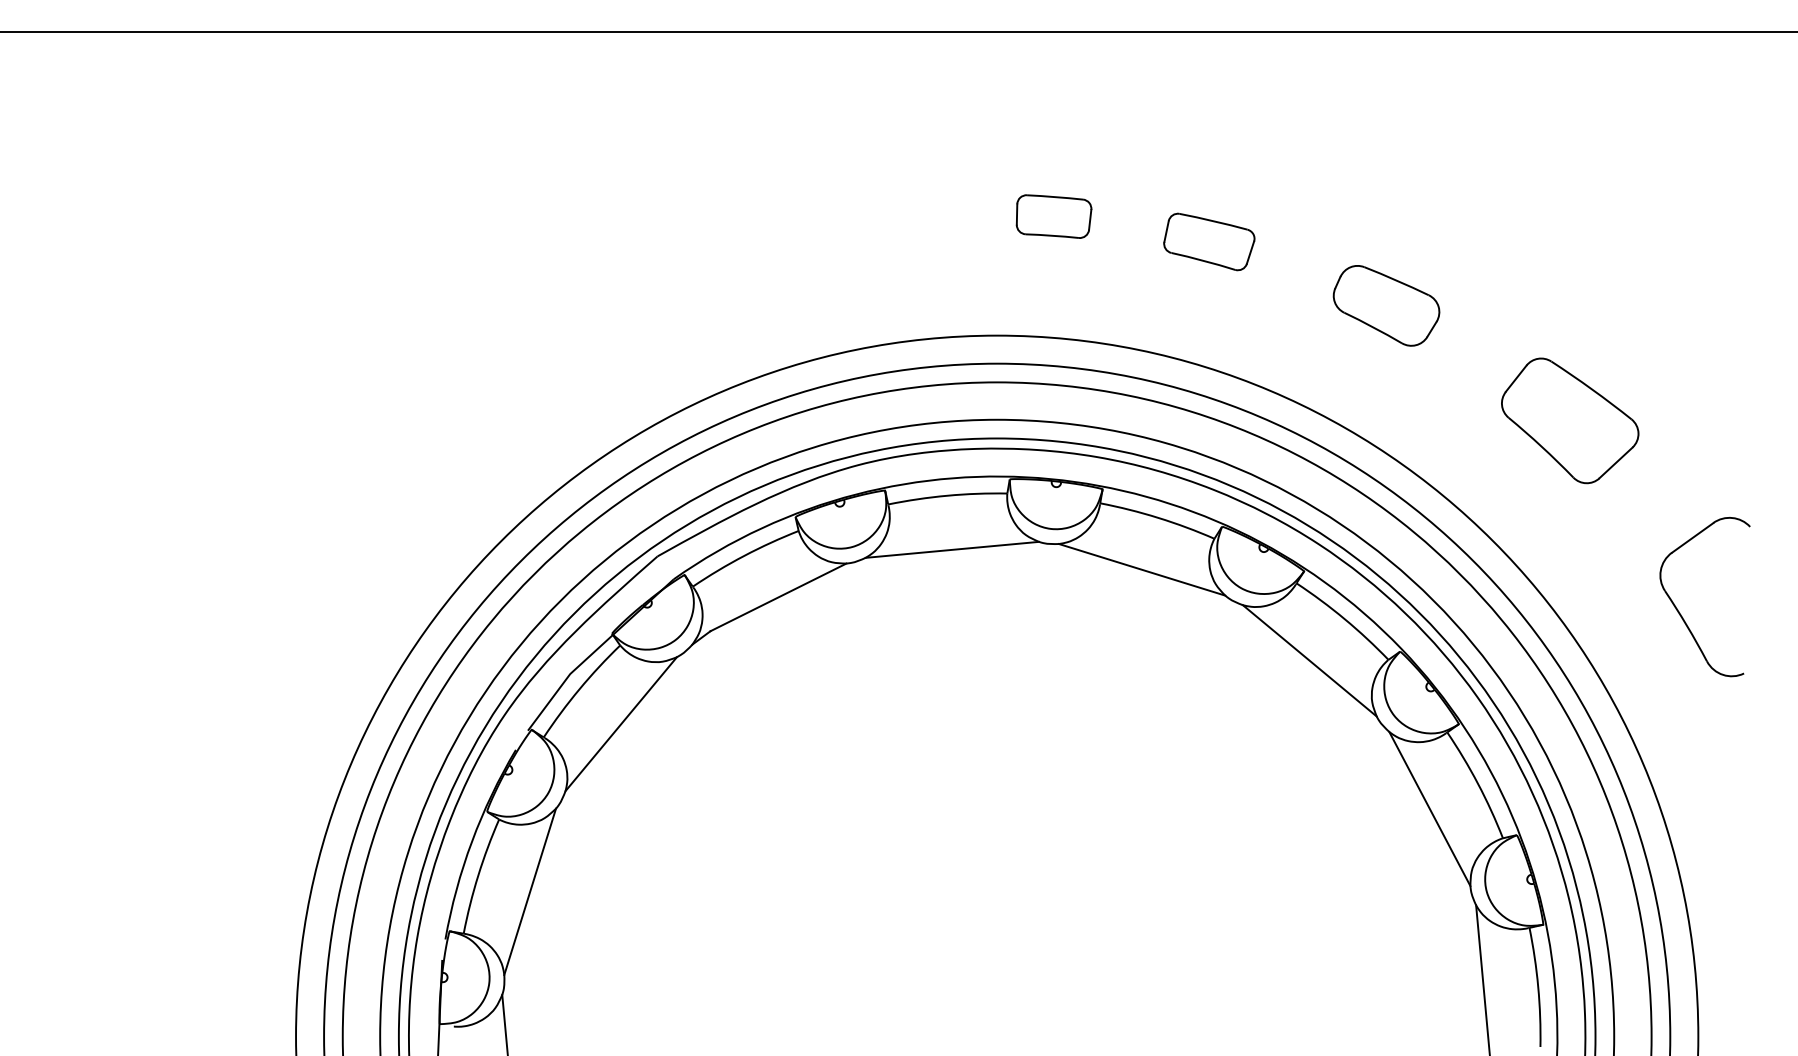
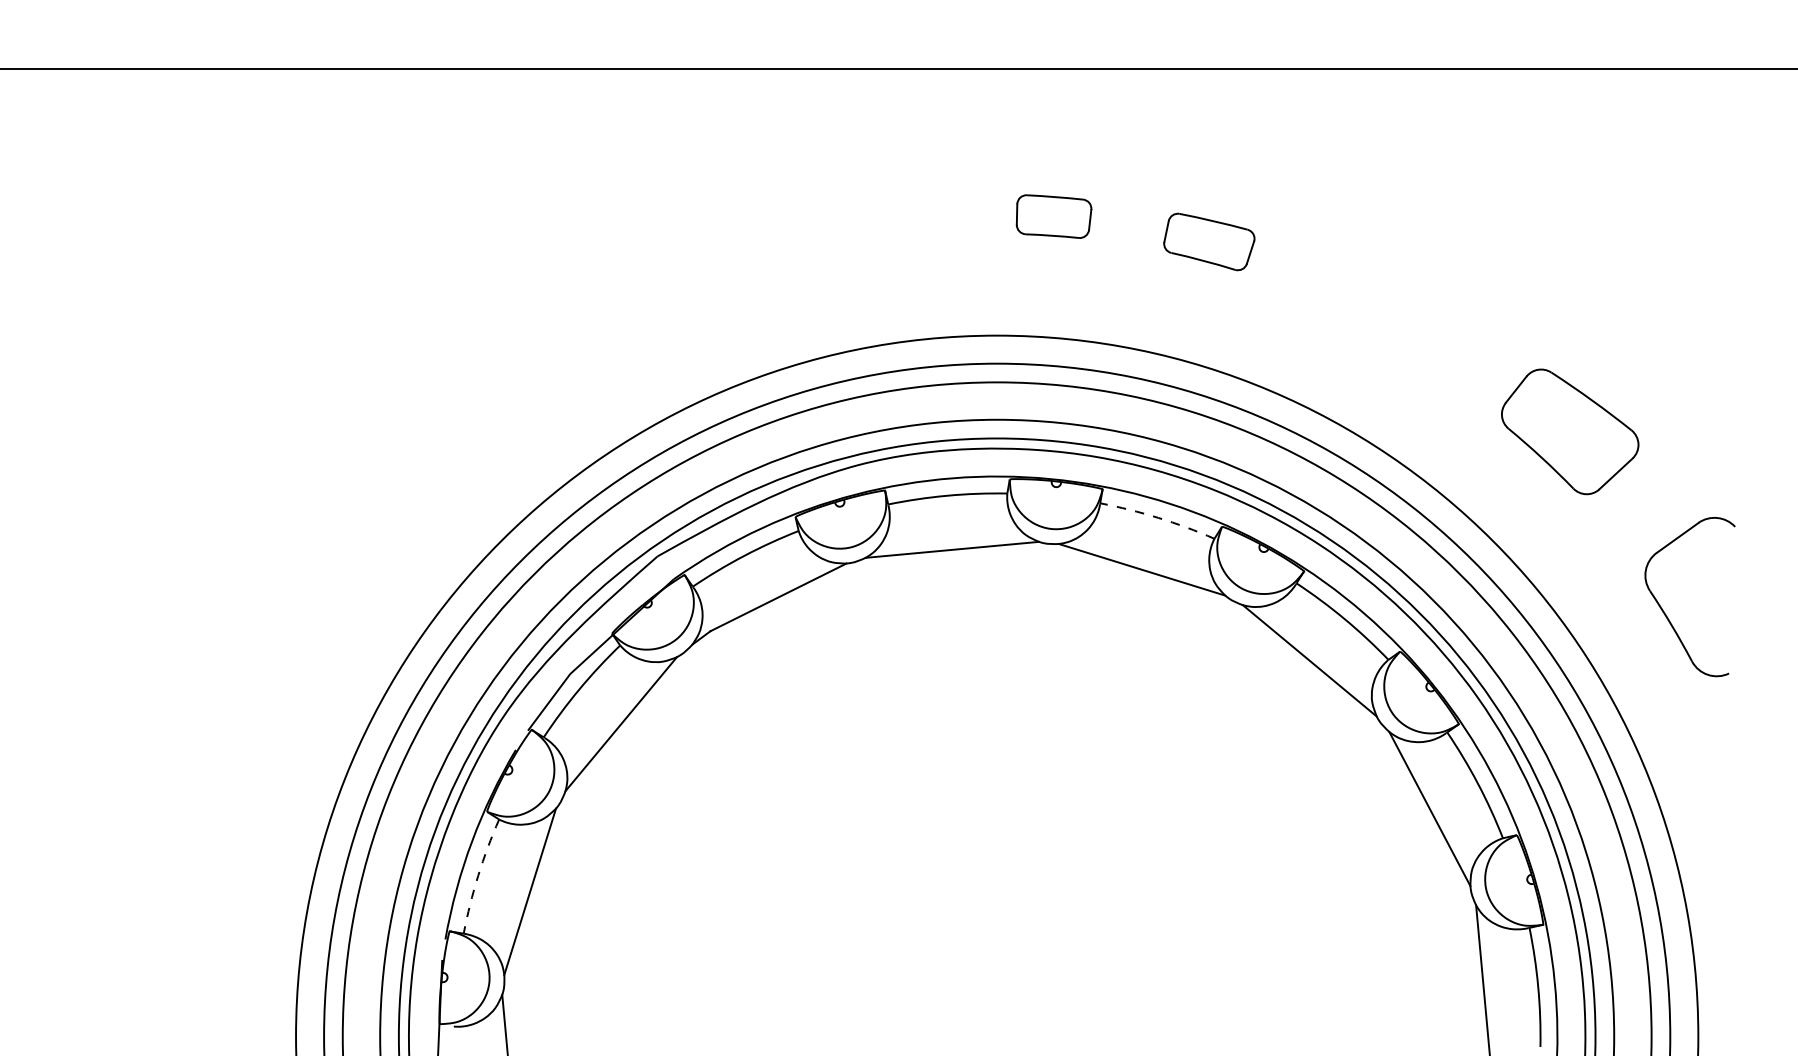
line at (898, 31) position: (898, 31) -> (898, 68)
part at (1386, 305): present -> none
part at (1570, 420) position: (1570, 420) -> (1570, 431)
arc at (1158, 517): solid -> dashed
part at (1681, 614) position: (1681, 614) -> (1666, 614)
arc at (478, 875): solid -> dashed
